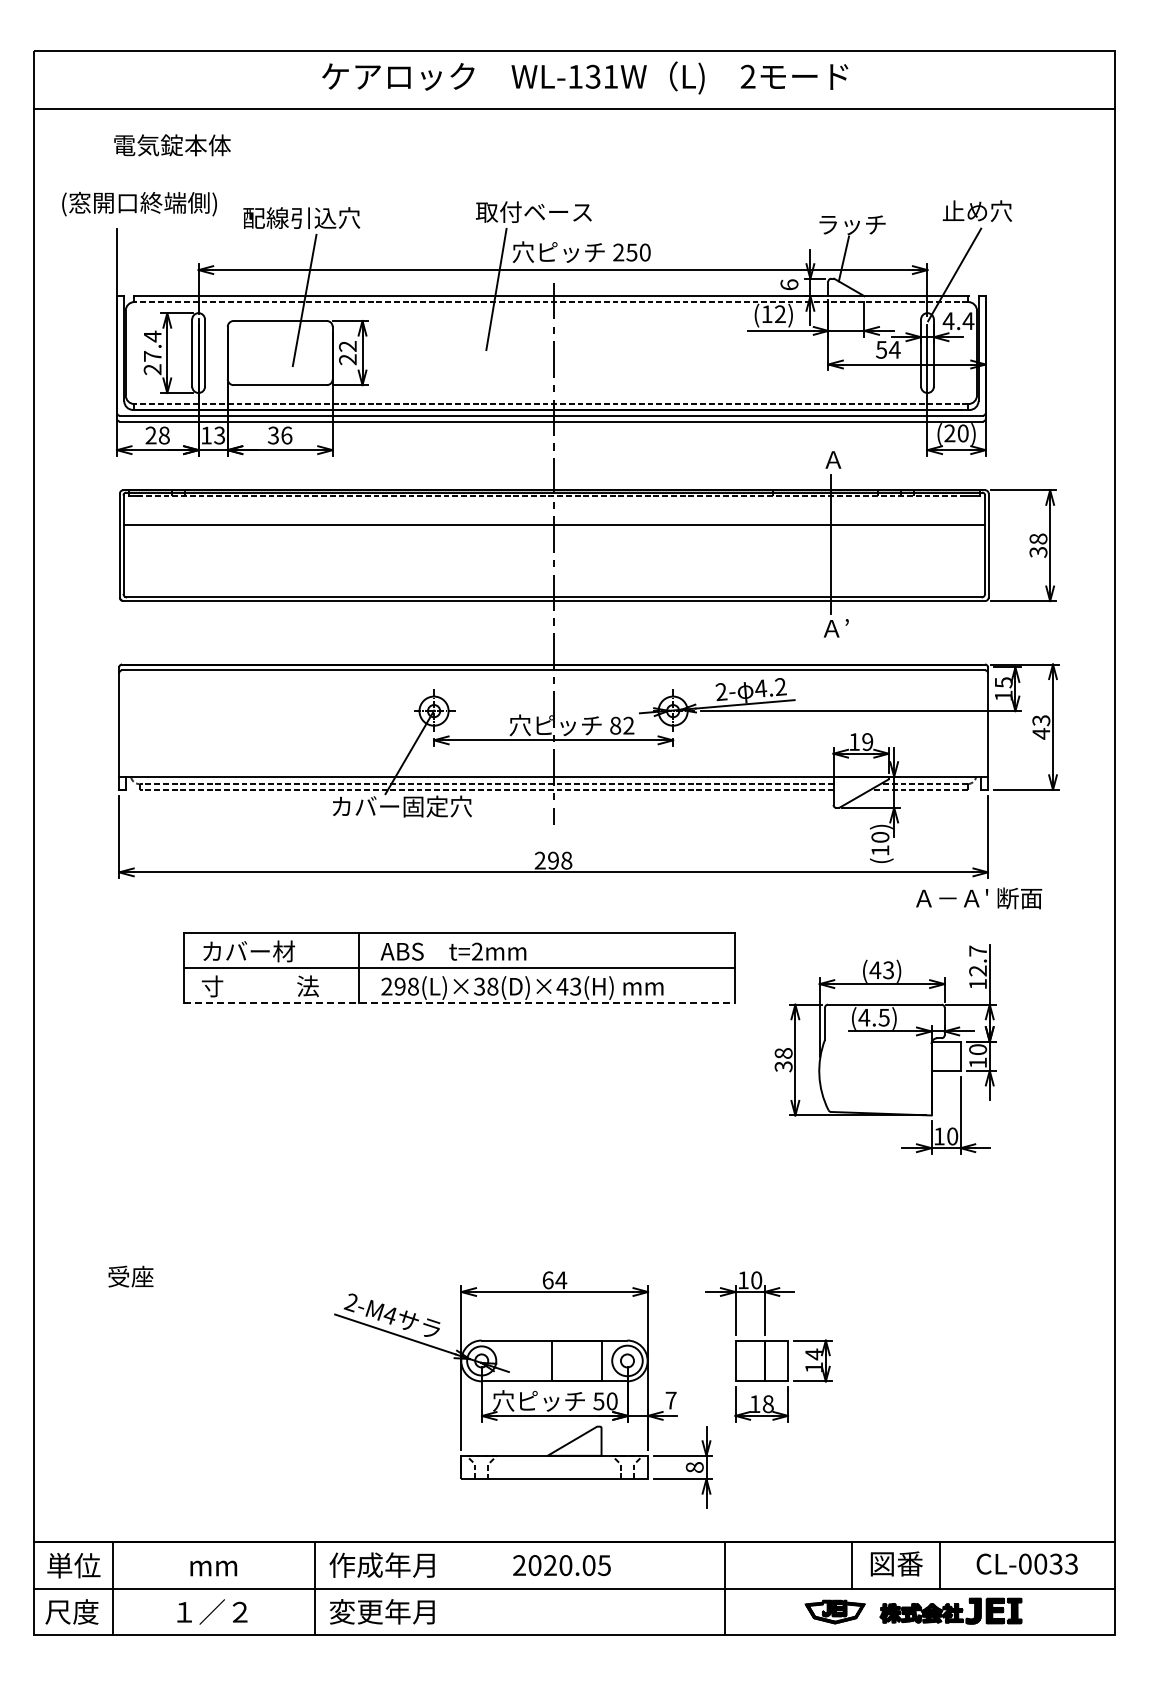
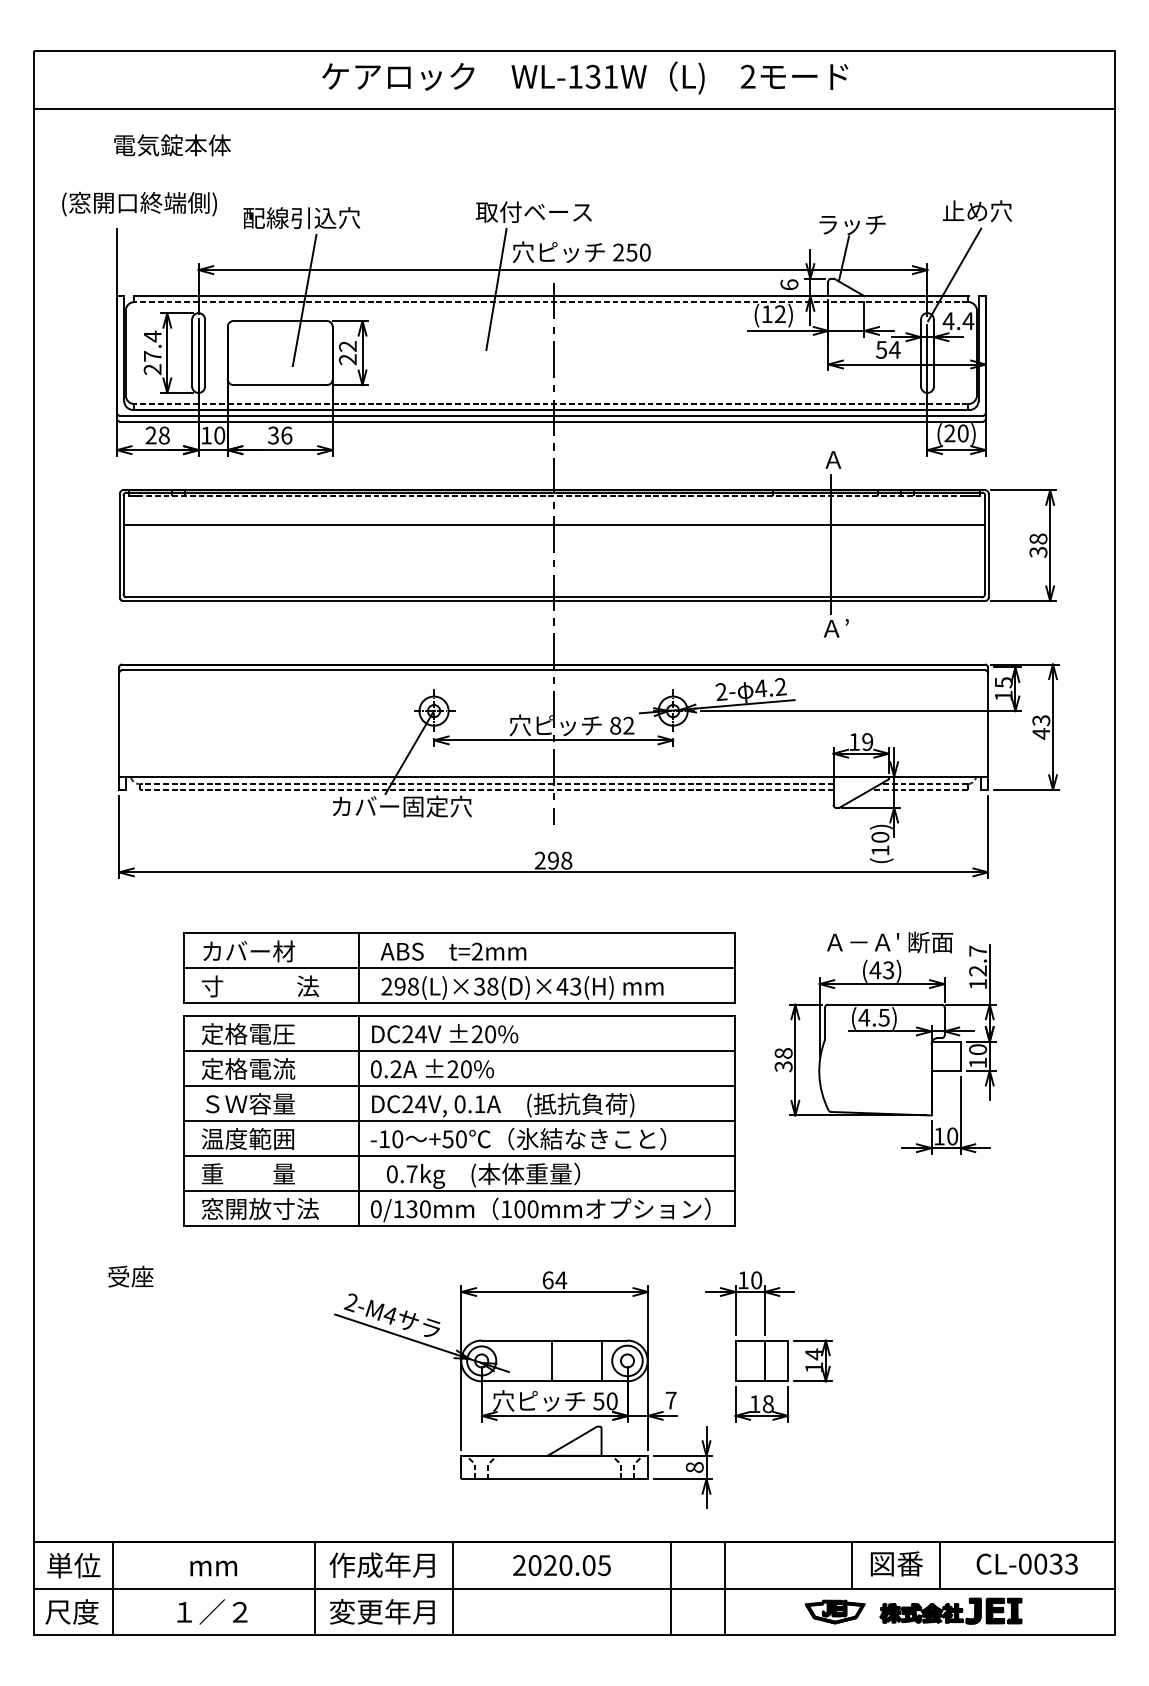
text at (219, 435): 13 -> 10
text at (979, 898) position: (979, 898) -> (890, 942)
line at (459, 1003): dashed -> solid
part at (459, 1120): none -> present
line at (453, 1588): none -> present
line at (670, 1588): none -> present
